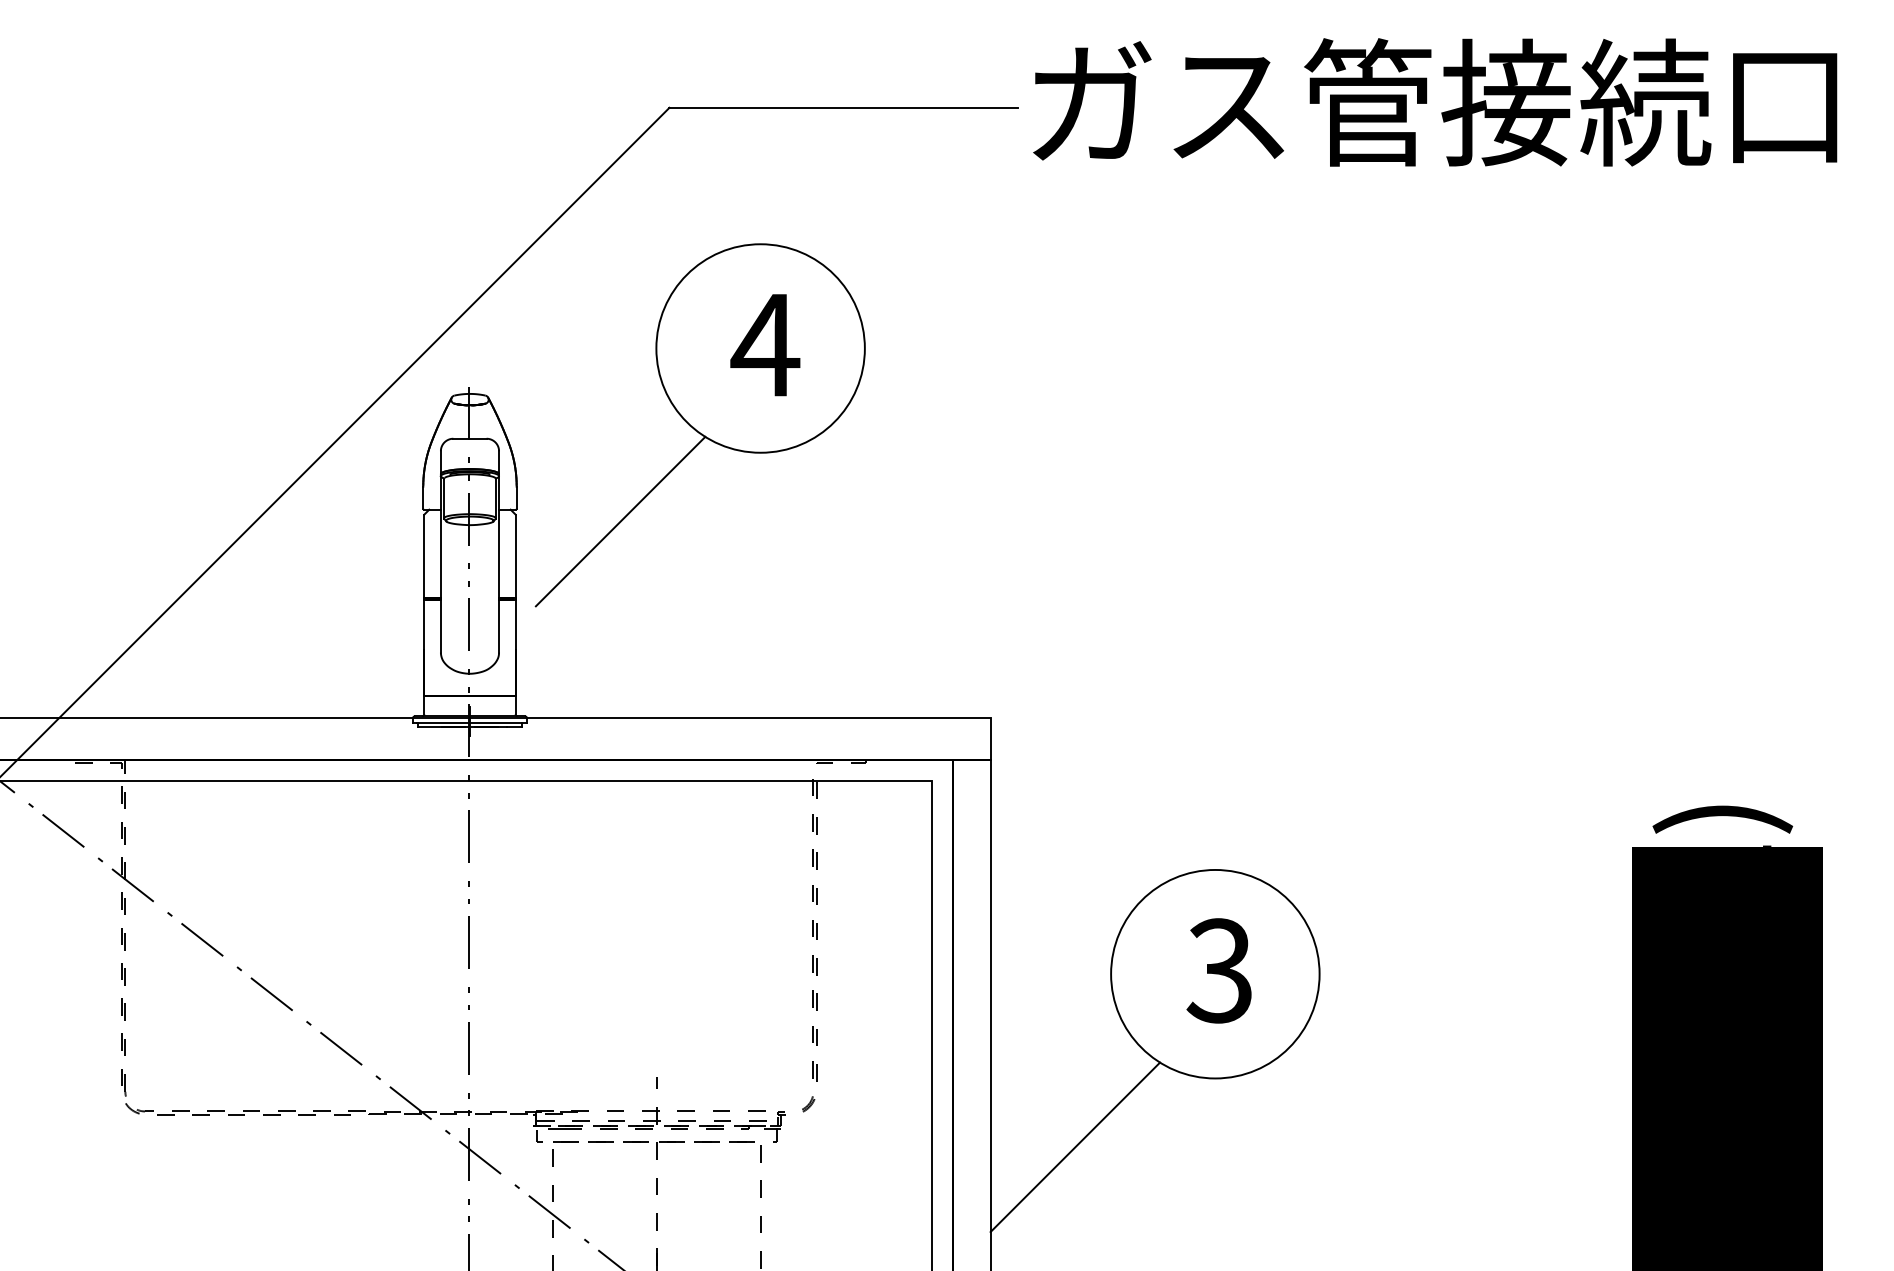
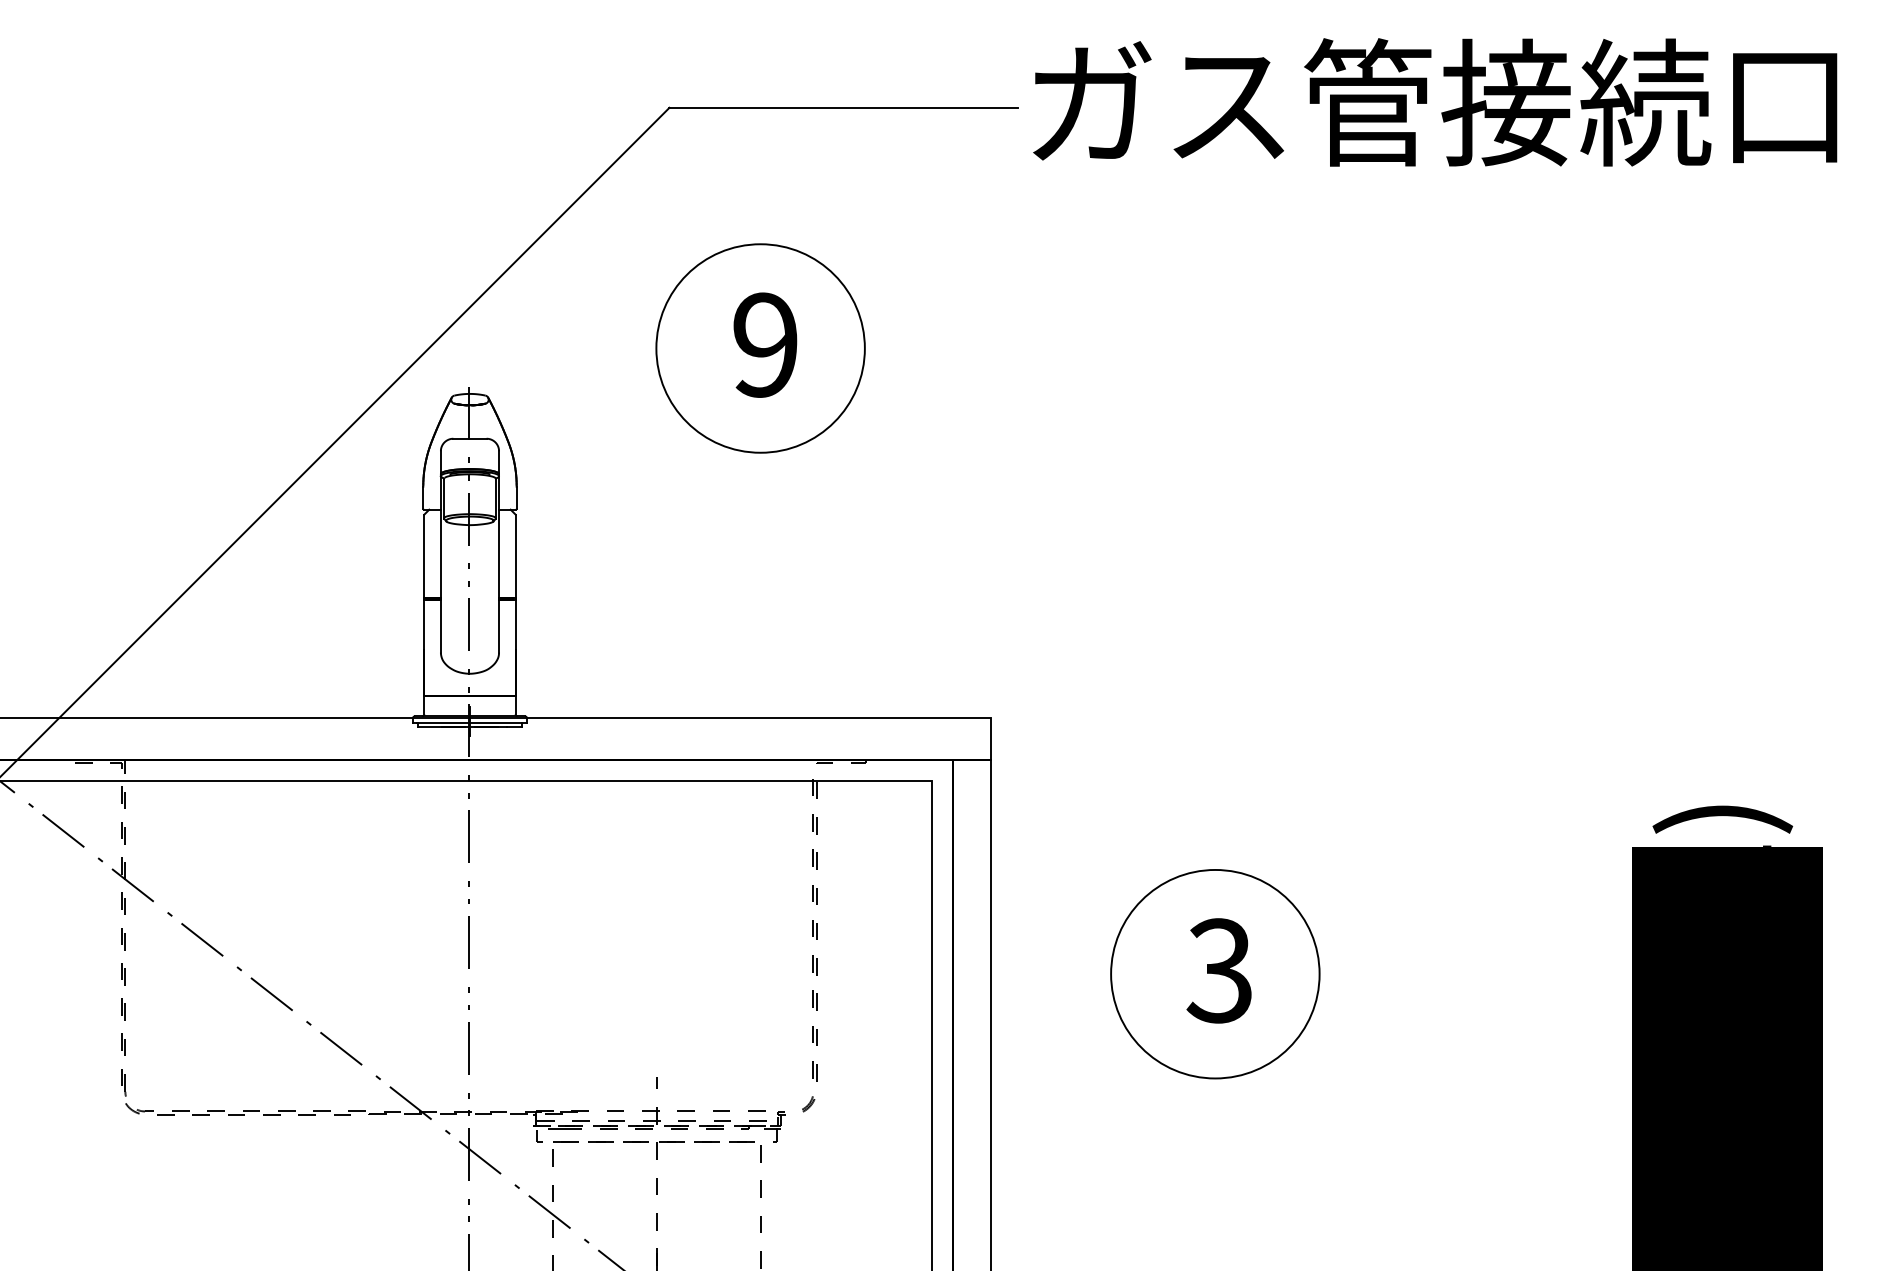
text at (765, 344): 4 -> 9
line at (620, 521): present -> none
line at (1075, 1147): present -> none
